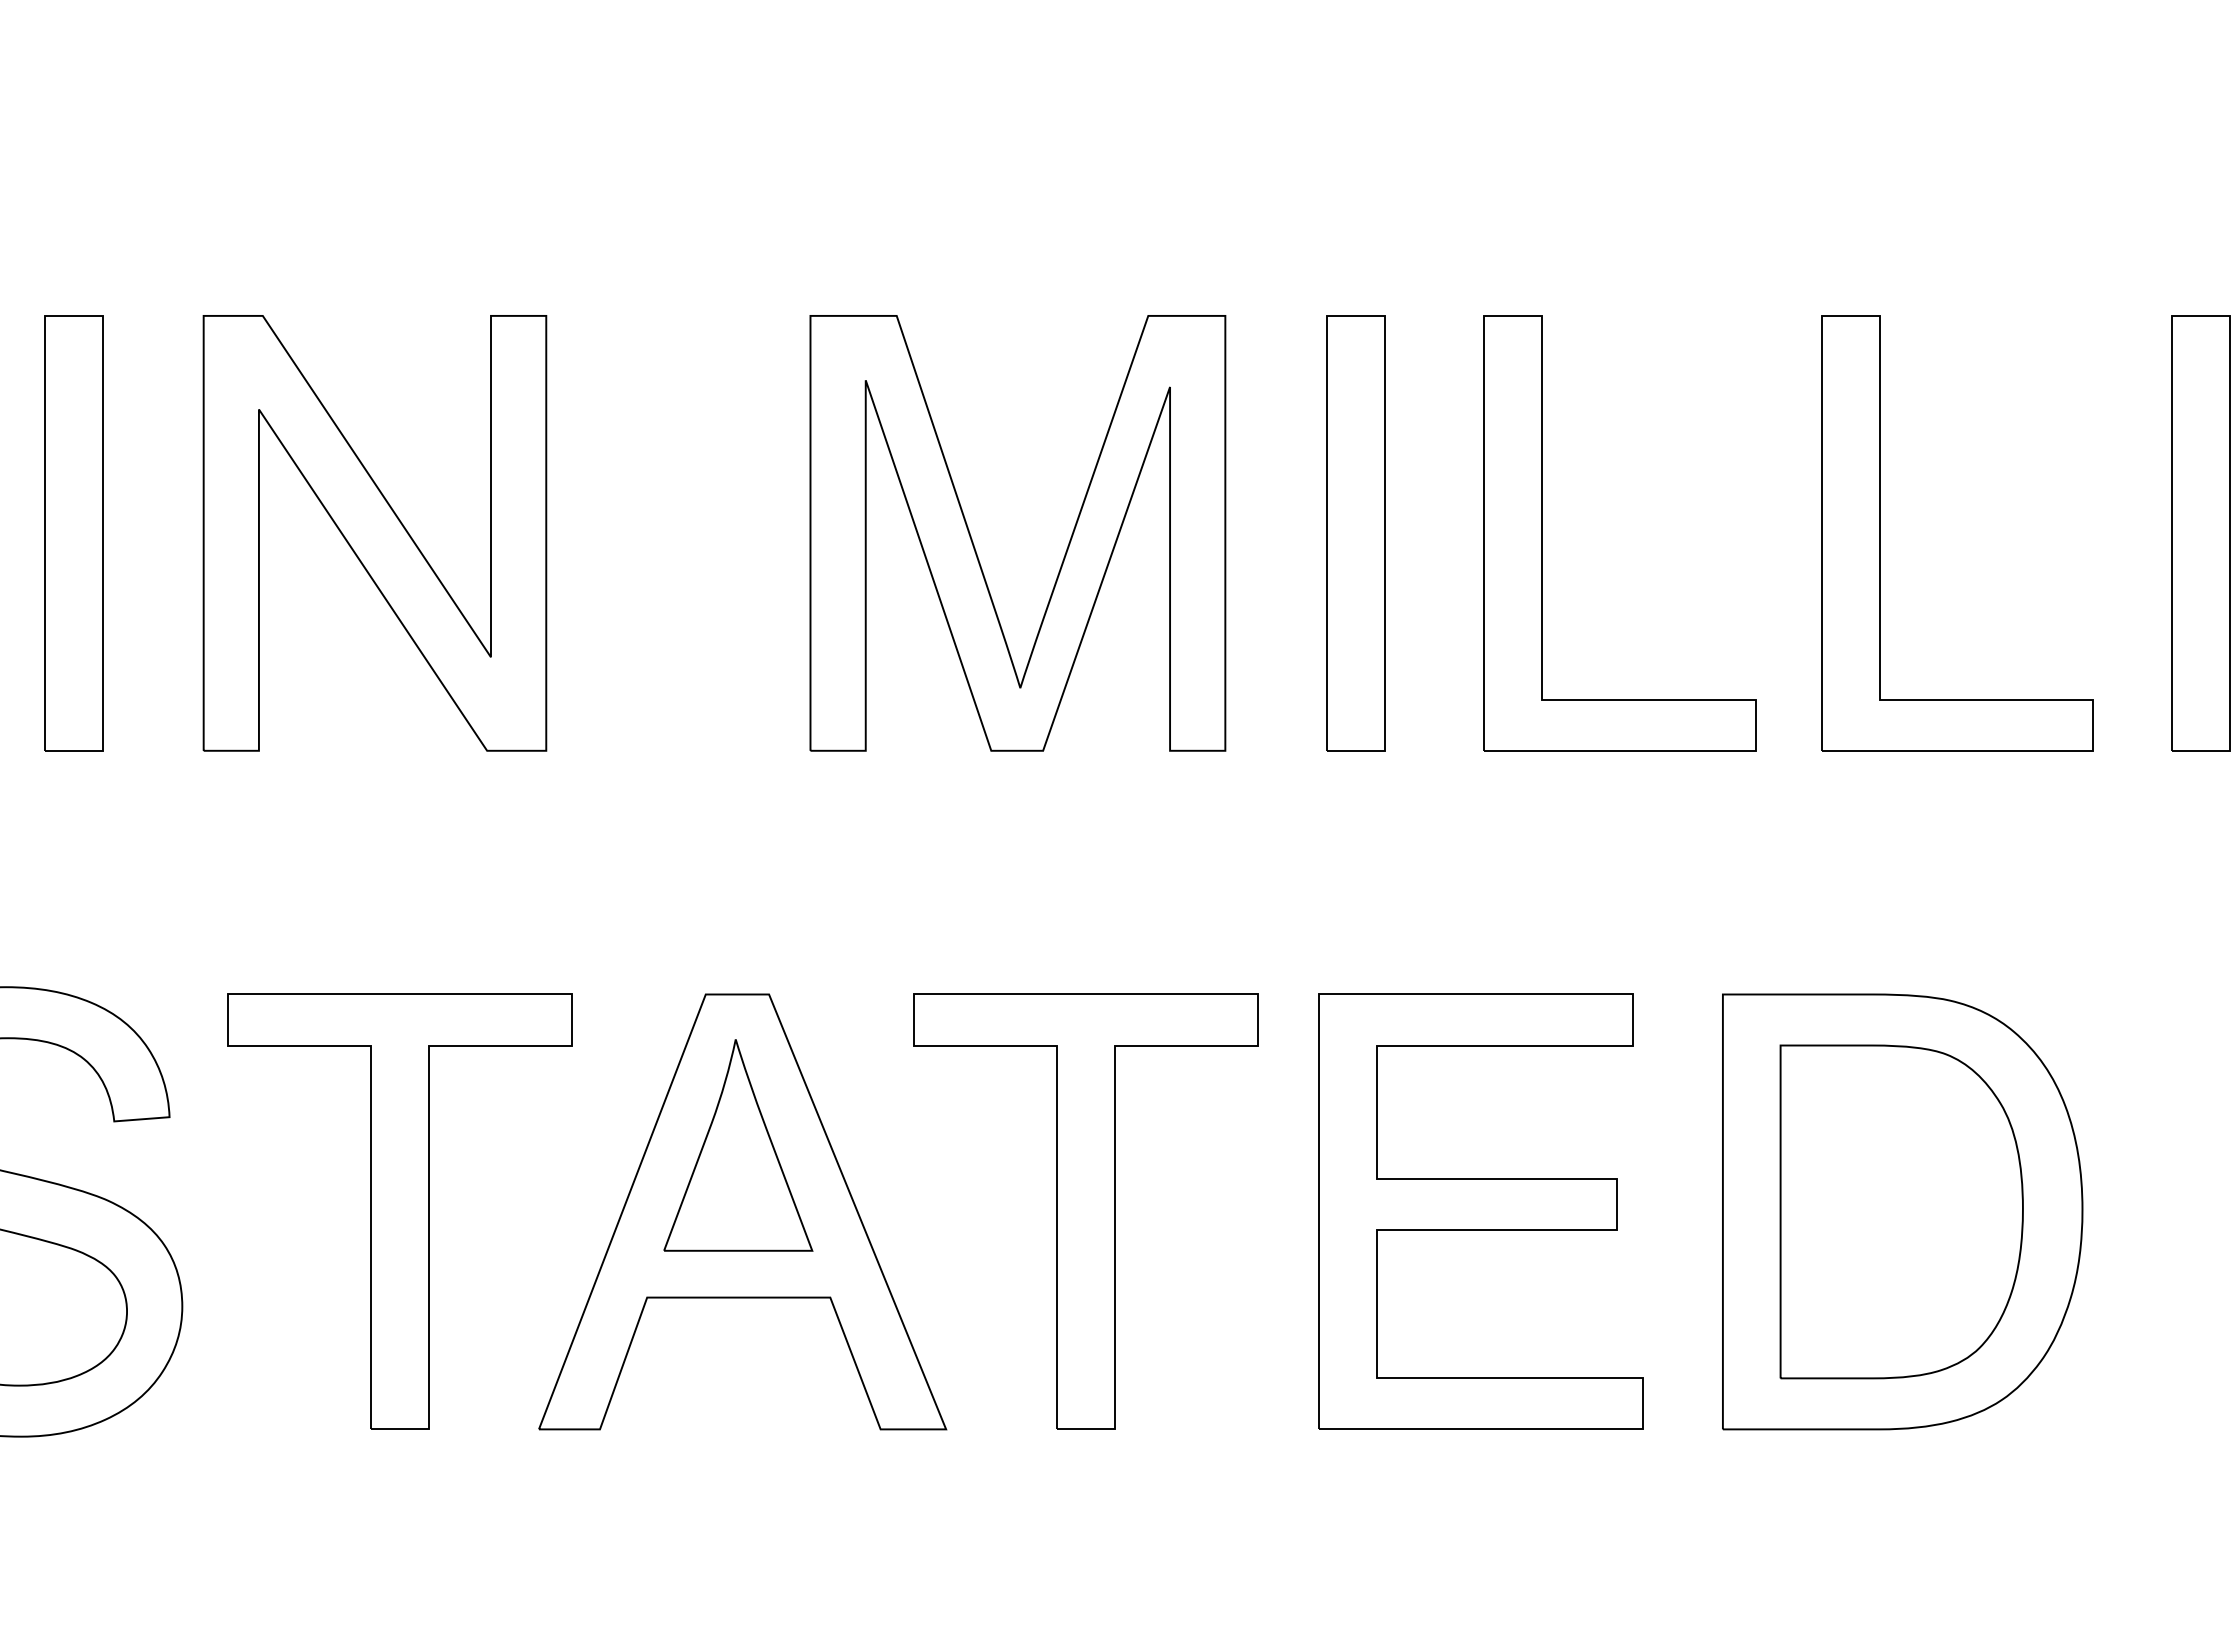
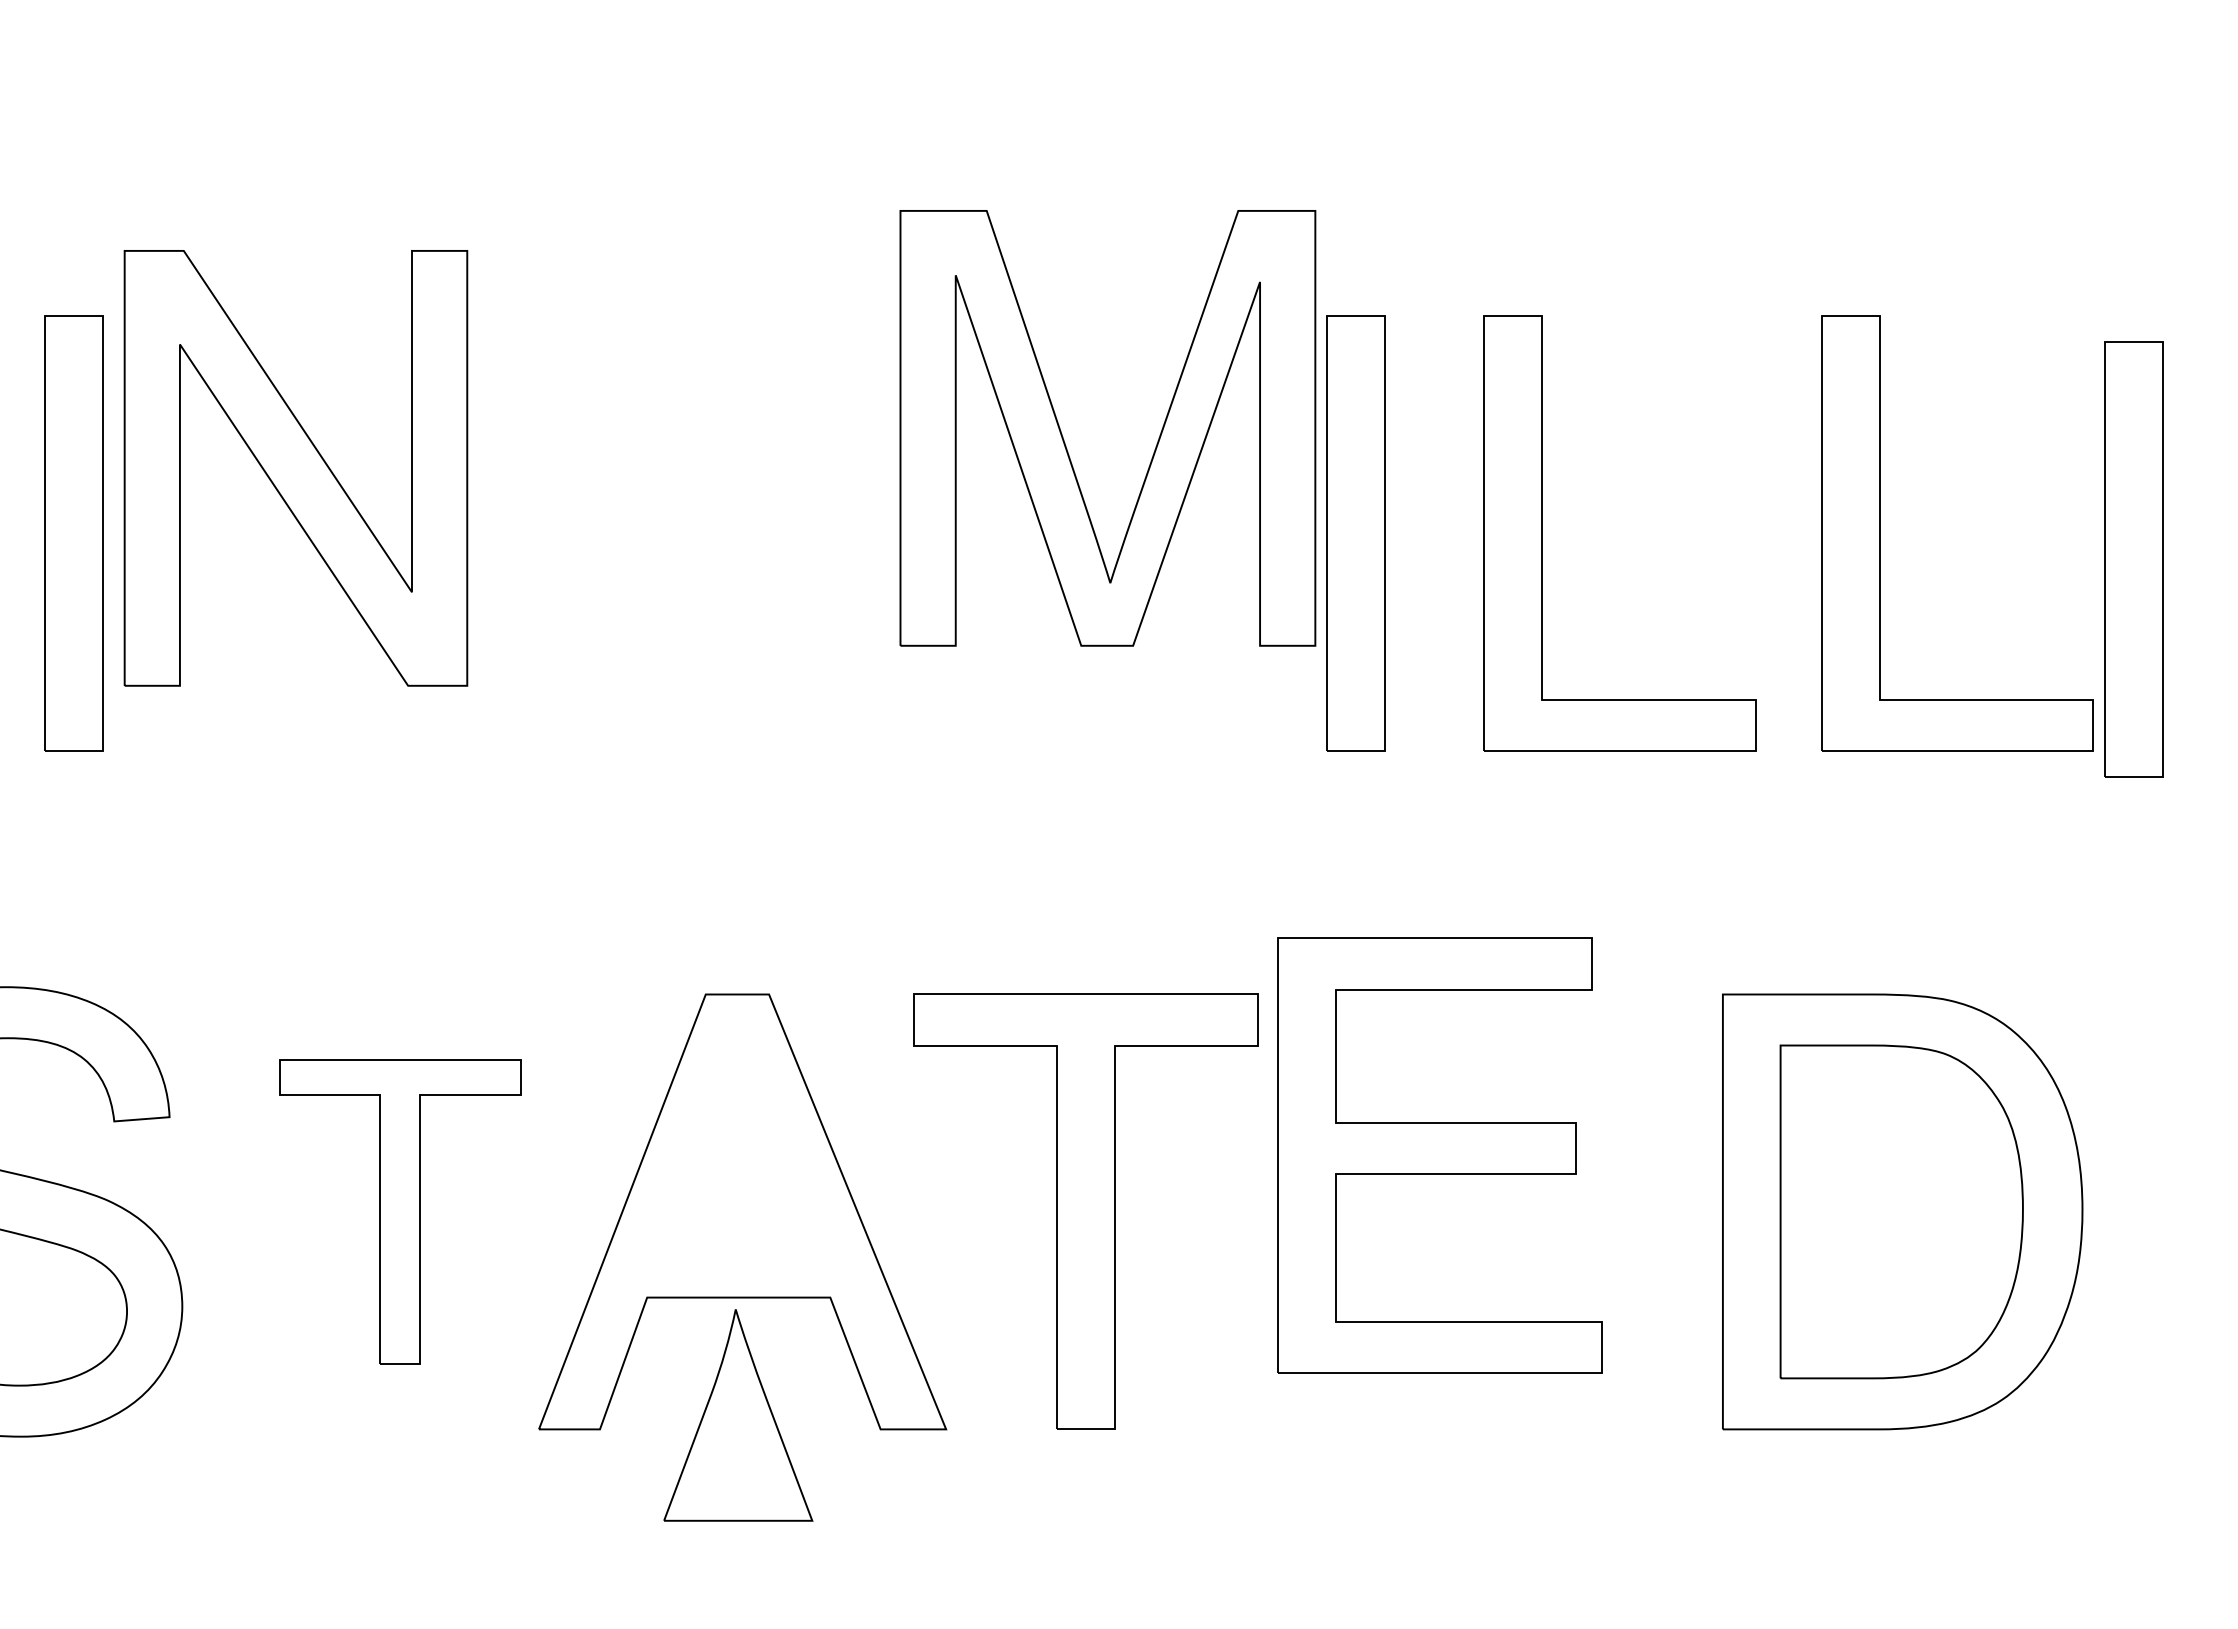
part at (374, 533) position: (374, 533) -> (295, 468)
part at (2200, 533) position: (2200, 533) -> (2133, 559)
part at (975, 547) position: (975, 547) -> (1065, 442)
part at (738, 1145) position: (738, 1145) -> (738, 1415)
part at (399, 1211) size: 346x437 px -> 243x306 px
part at (1480, 1211) position: (1480, 1211) -> (1439, 1155)
